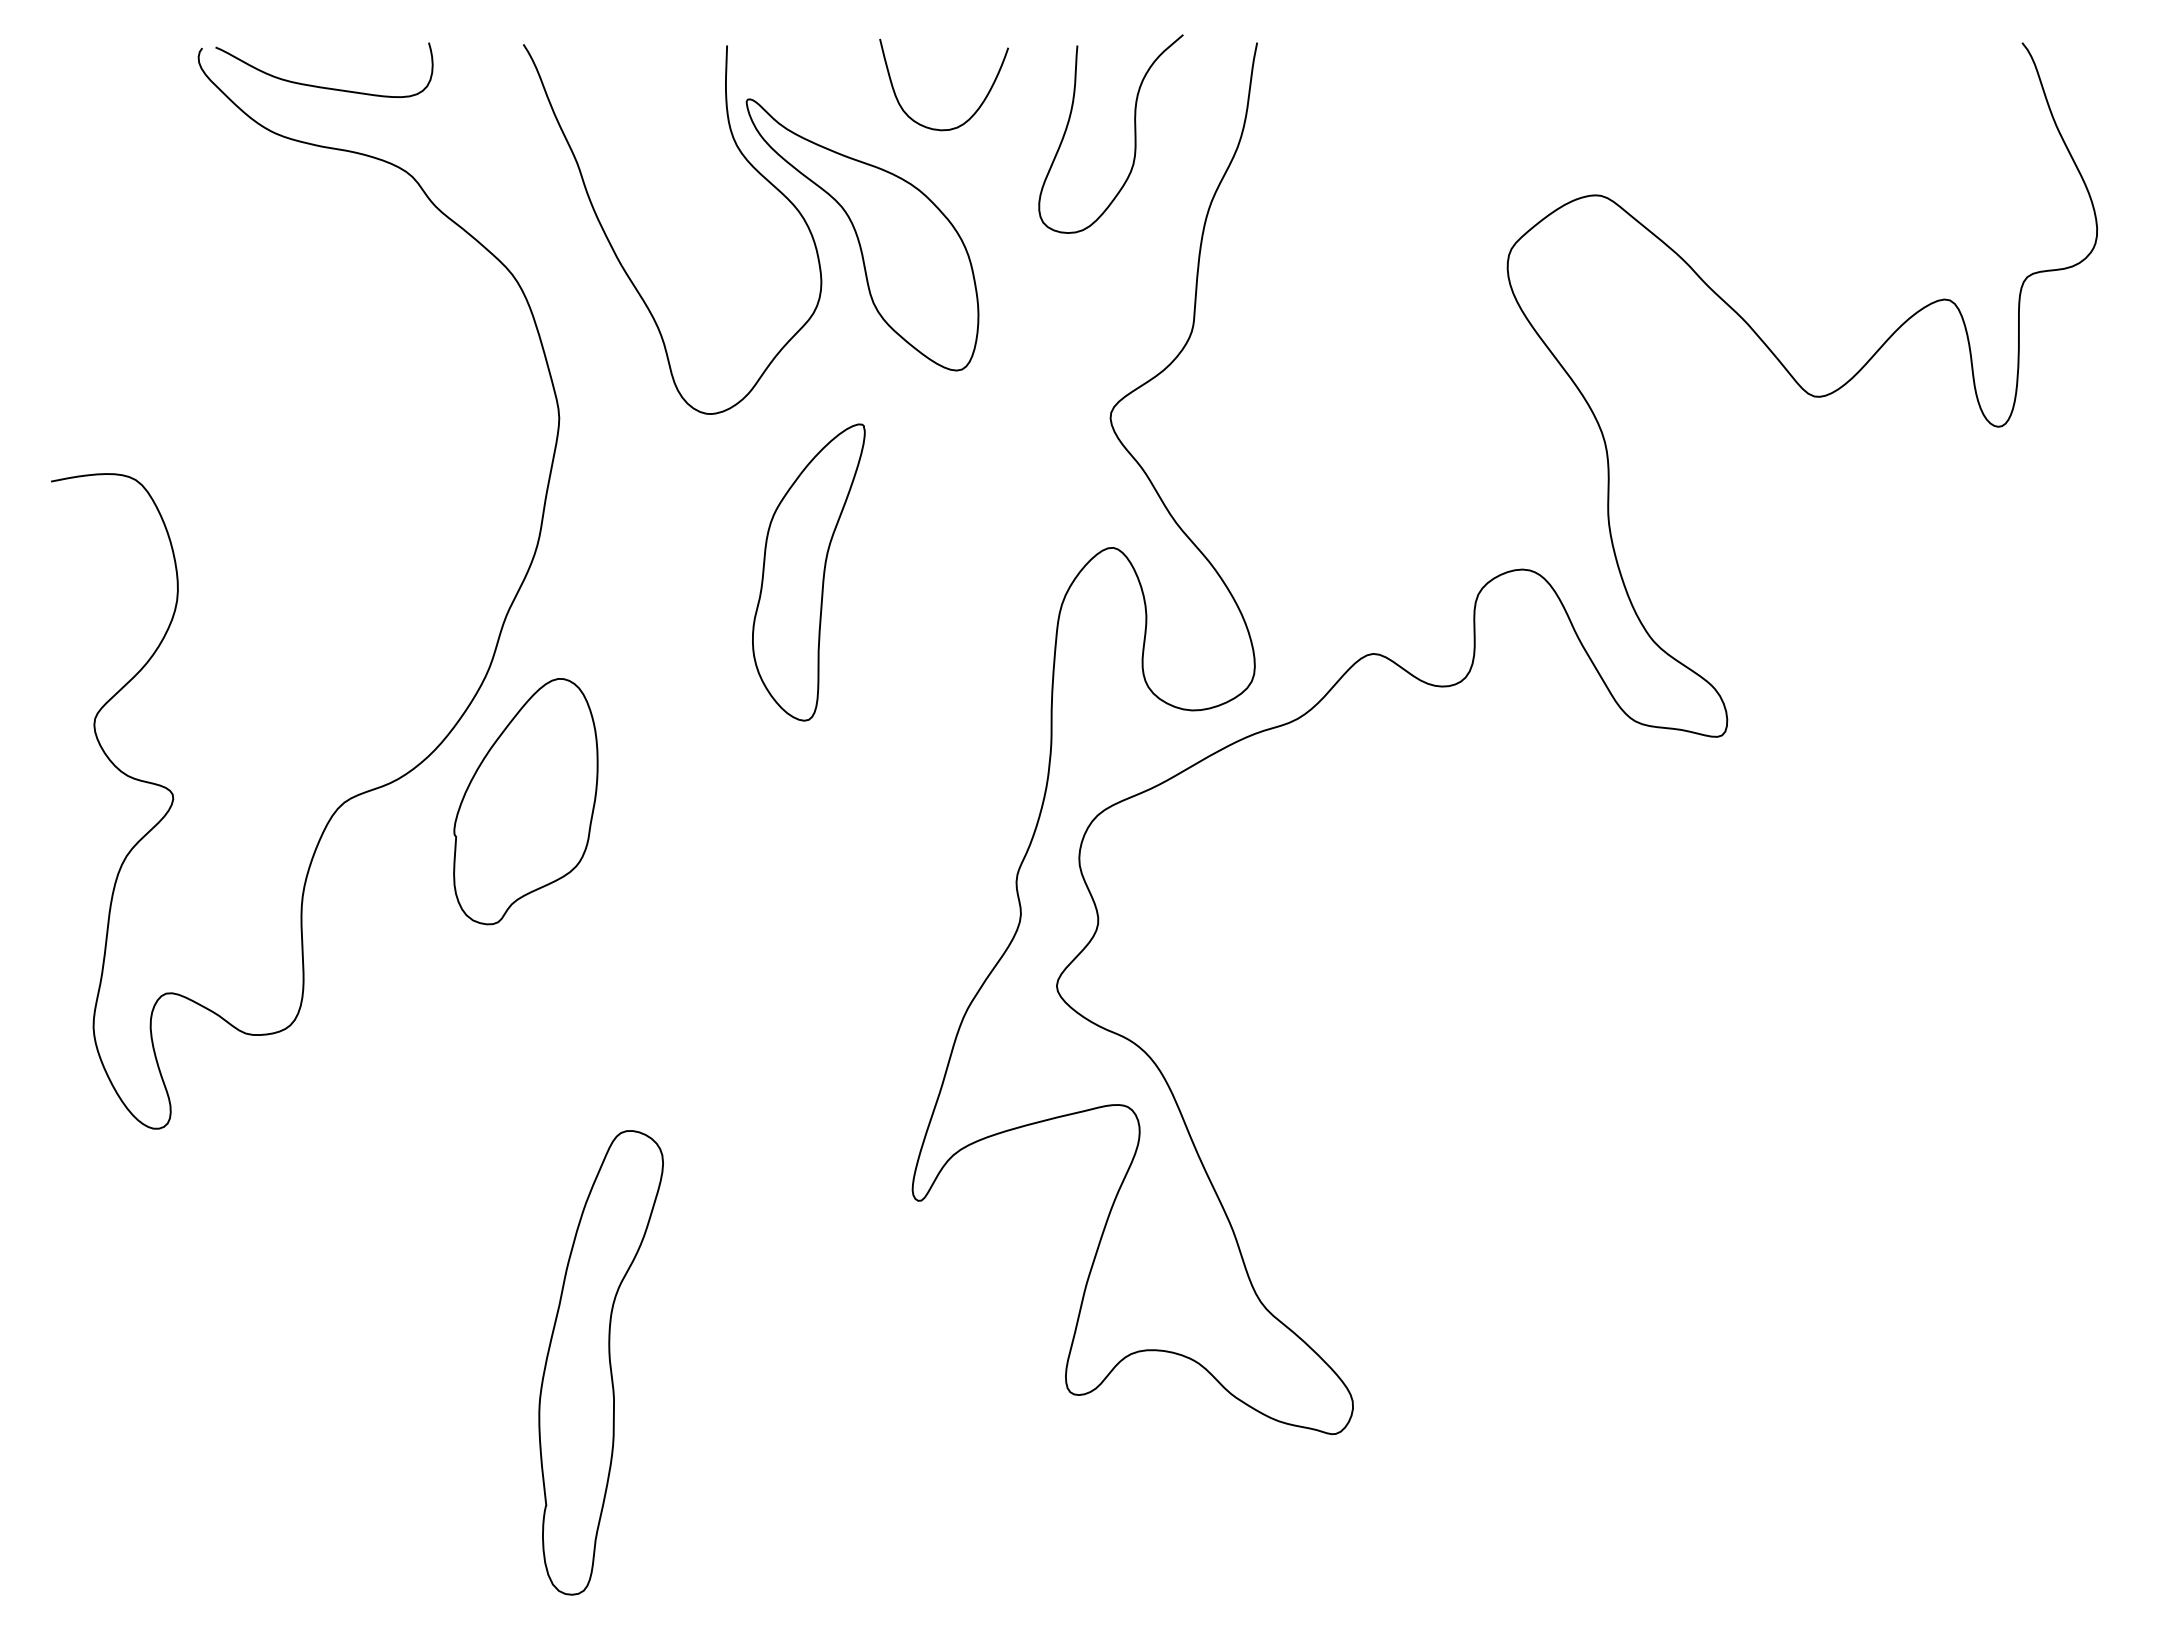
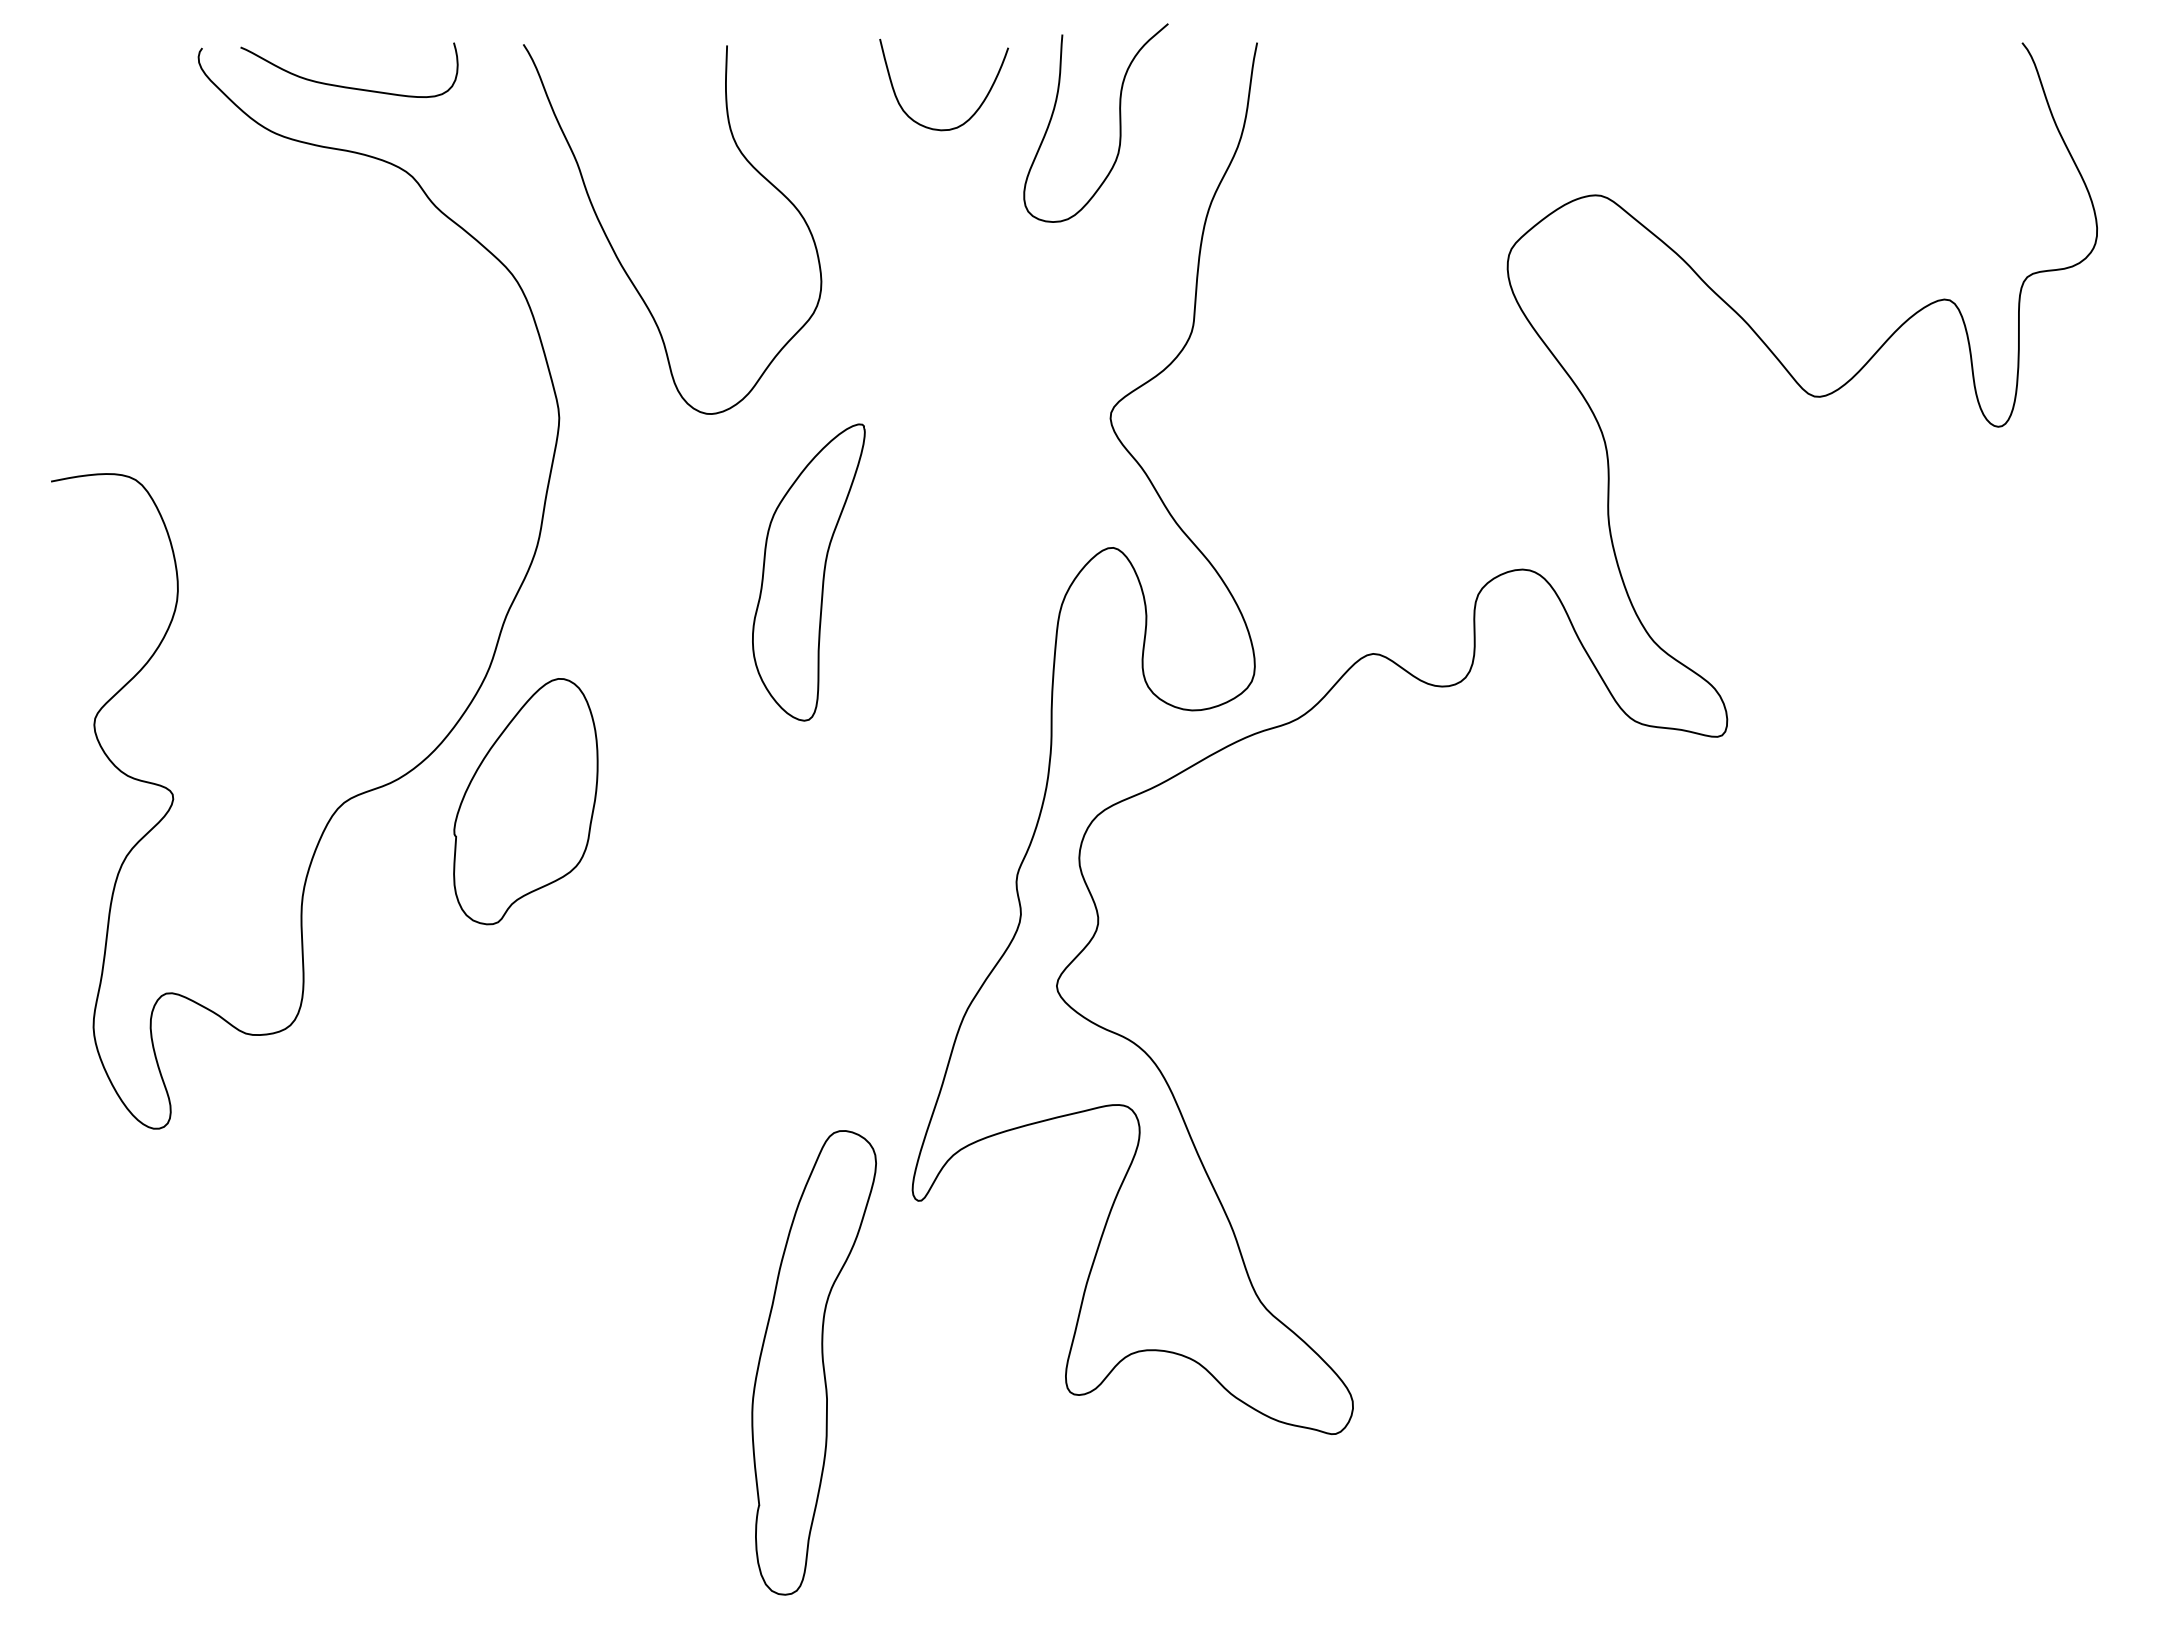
curve at (323, 86) position: (323, 86) -> (348, 86)
curve at (1134, 133) position: (1134, 133) -> (1119, 122)
part at (862, 234): present -> none
part at (600, 1362) position: (600, 1362) -> (813, 1362)
